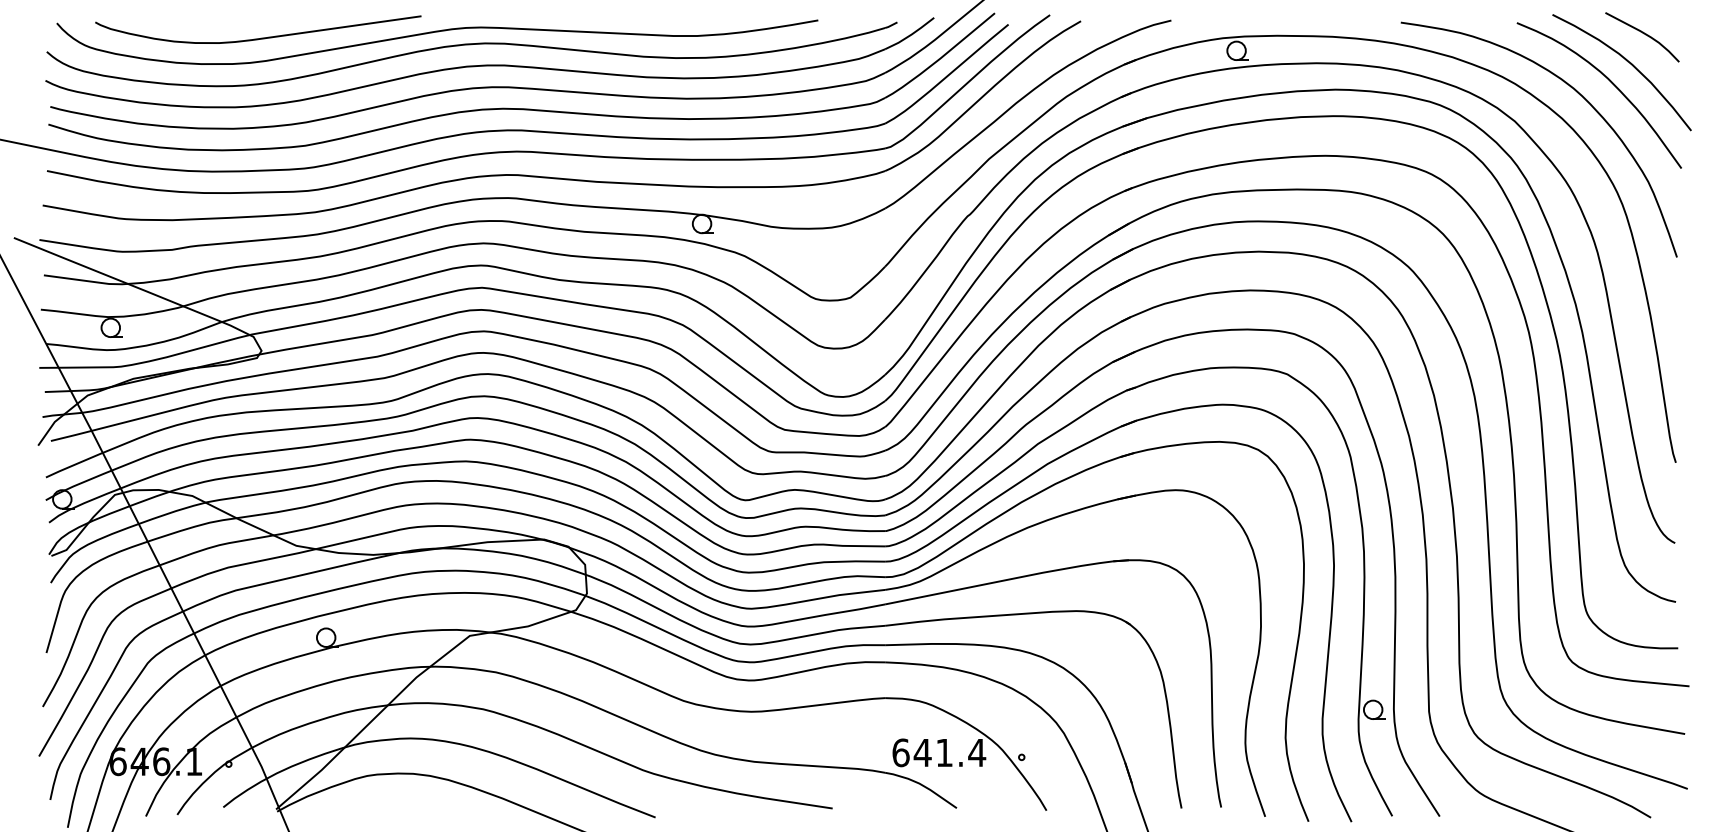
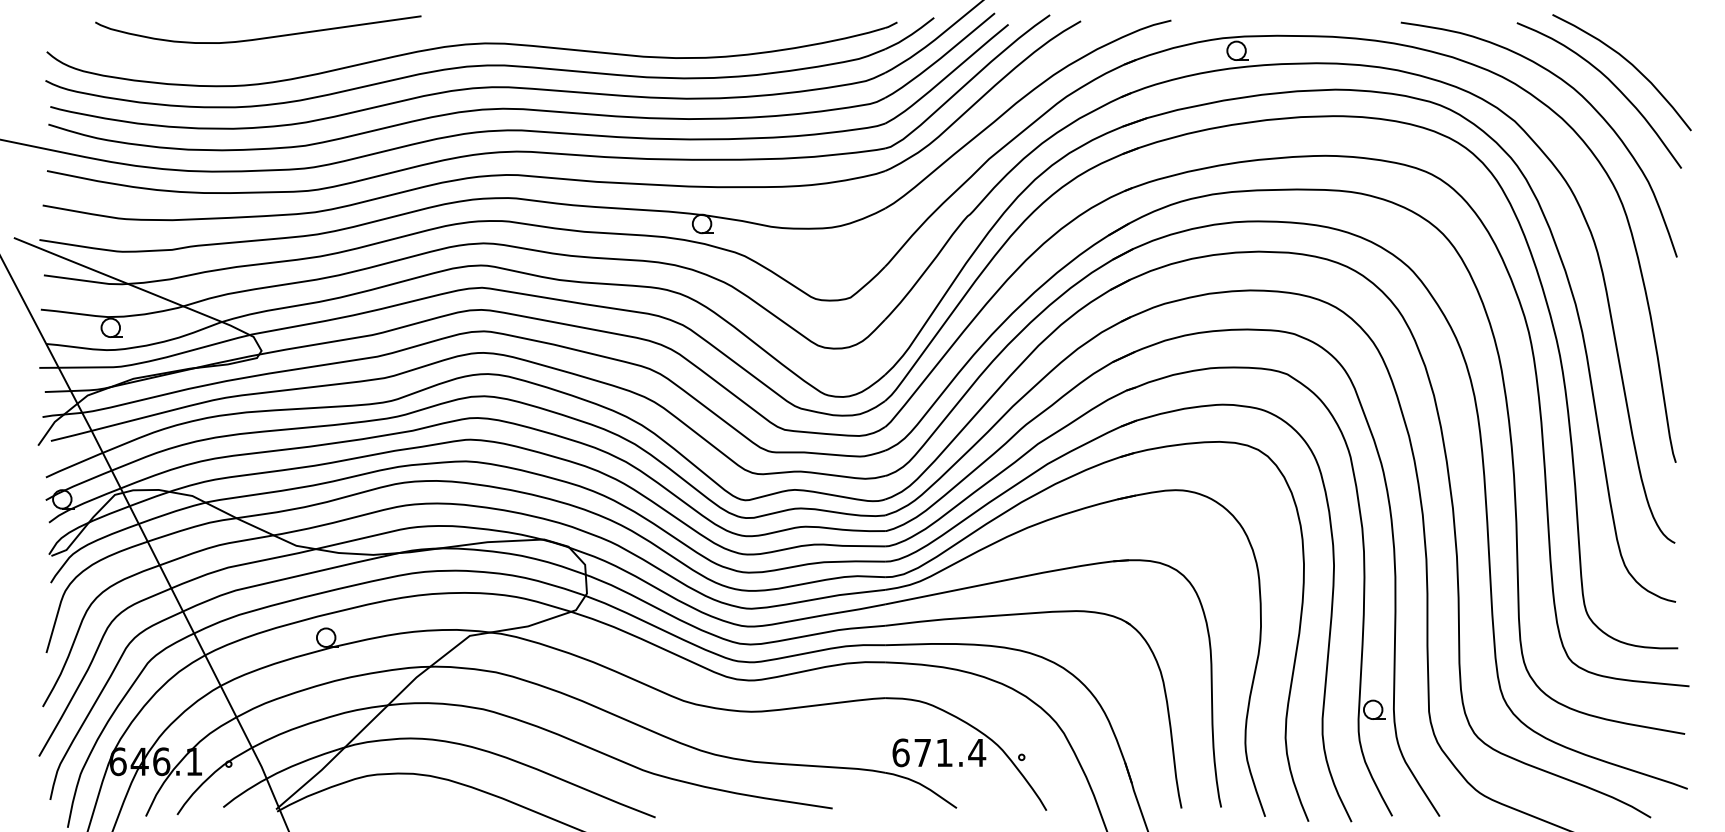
curve at (437, 32): present -> none
curve at (1644, 34): present -> none
text at (922, 752): 641.4 -> 671.4
